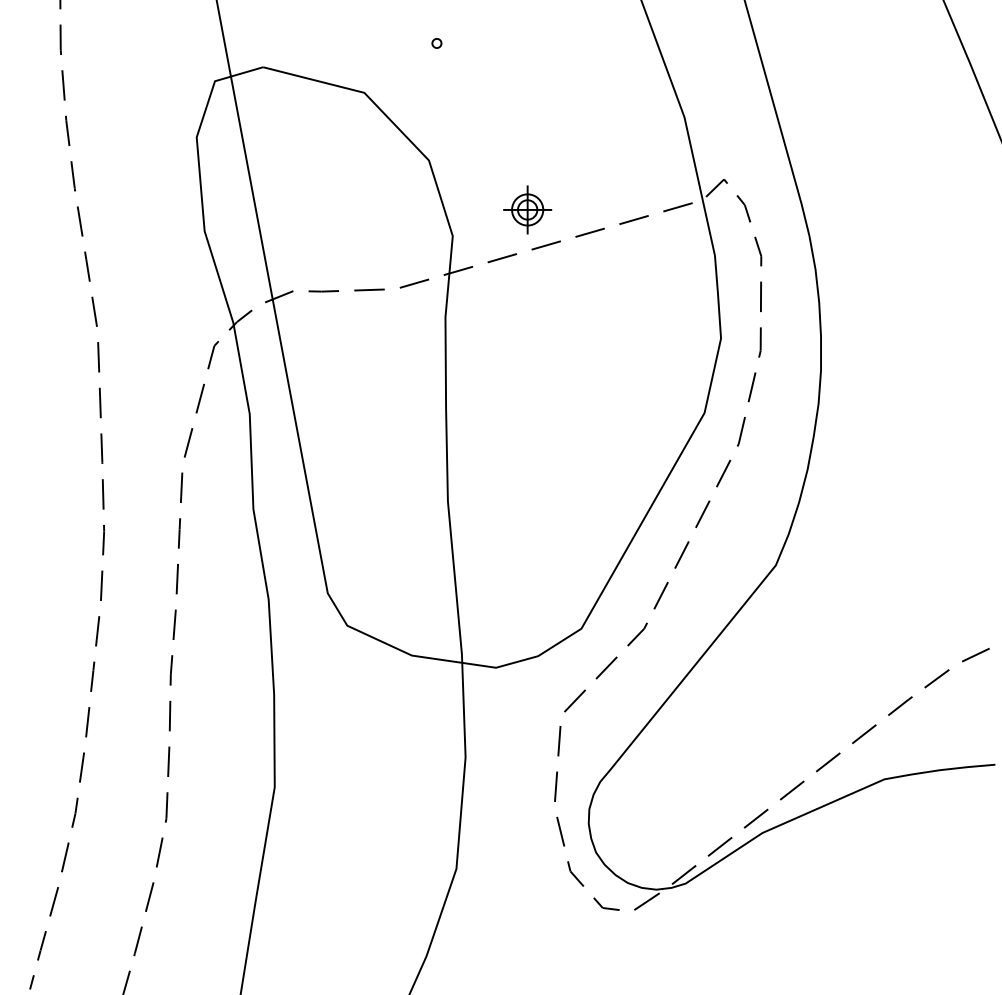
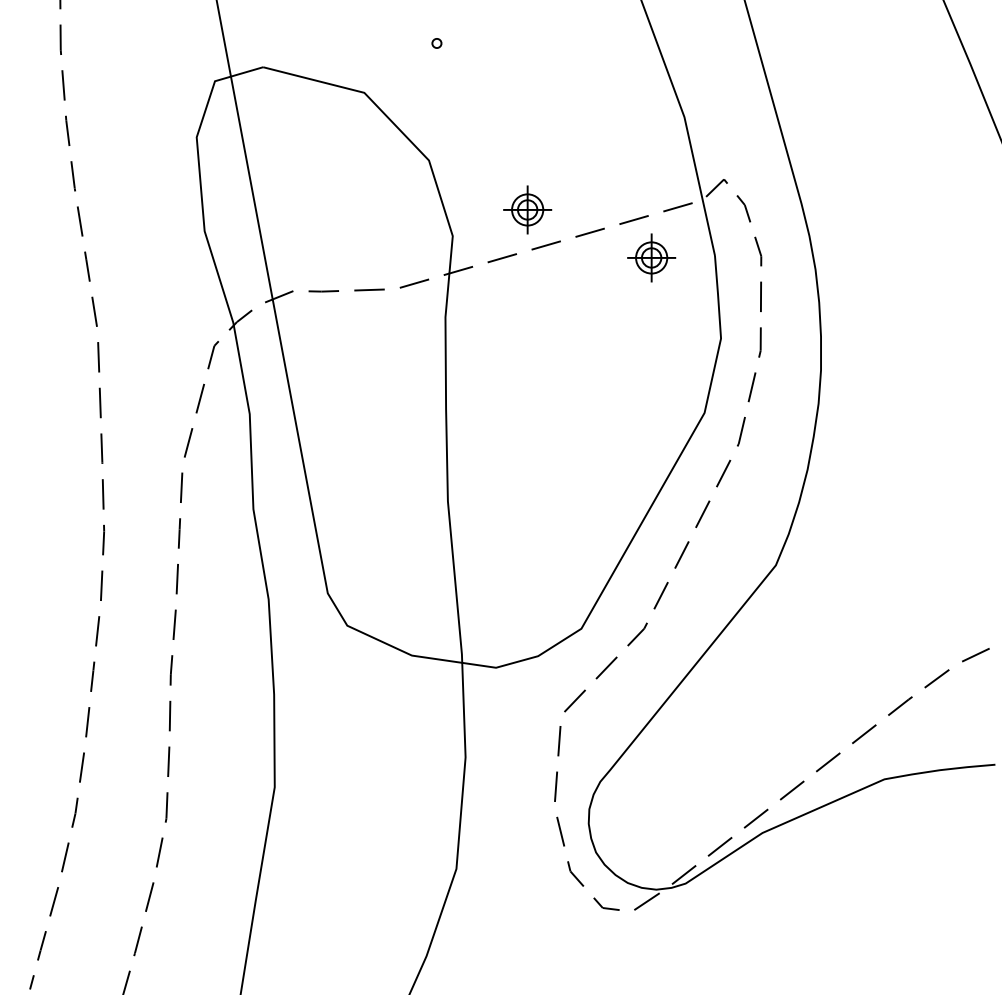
part at (651, 257): none -> present
